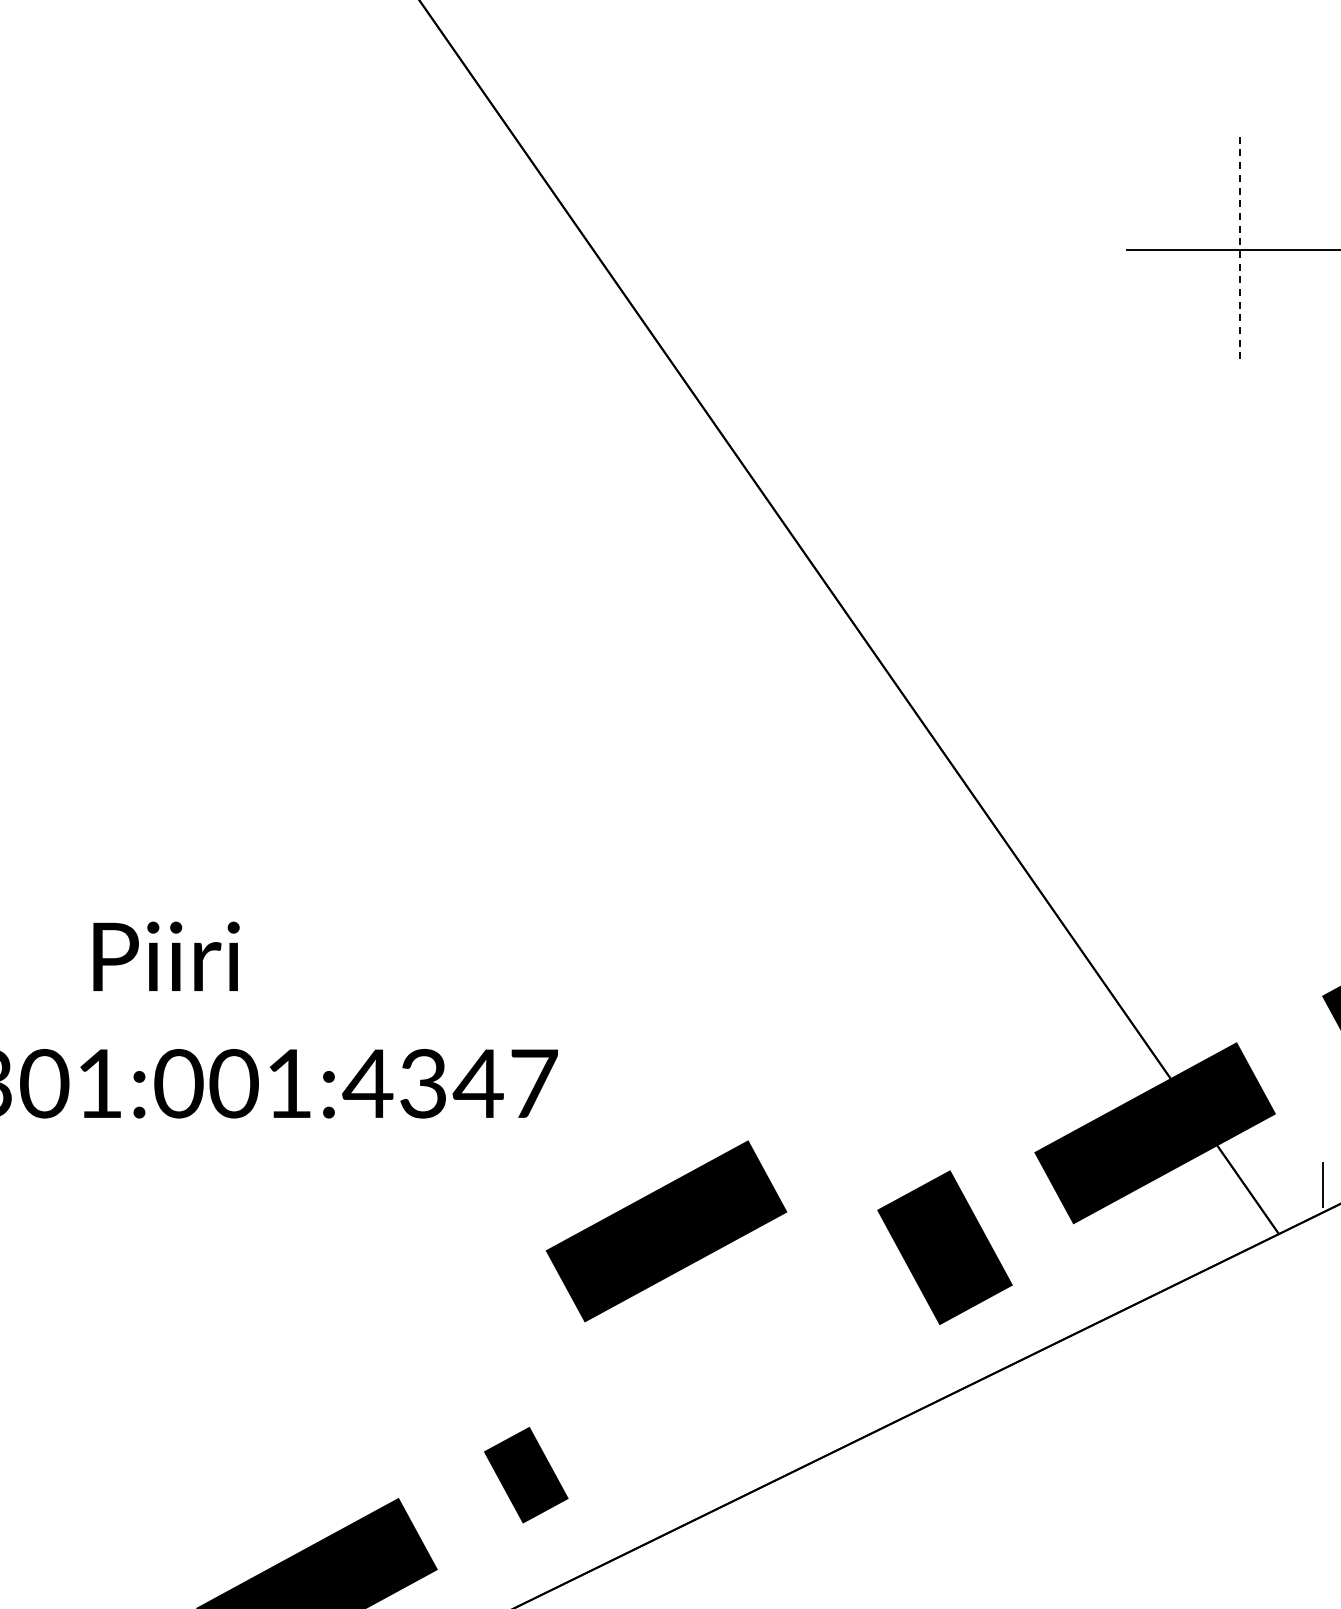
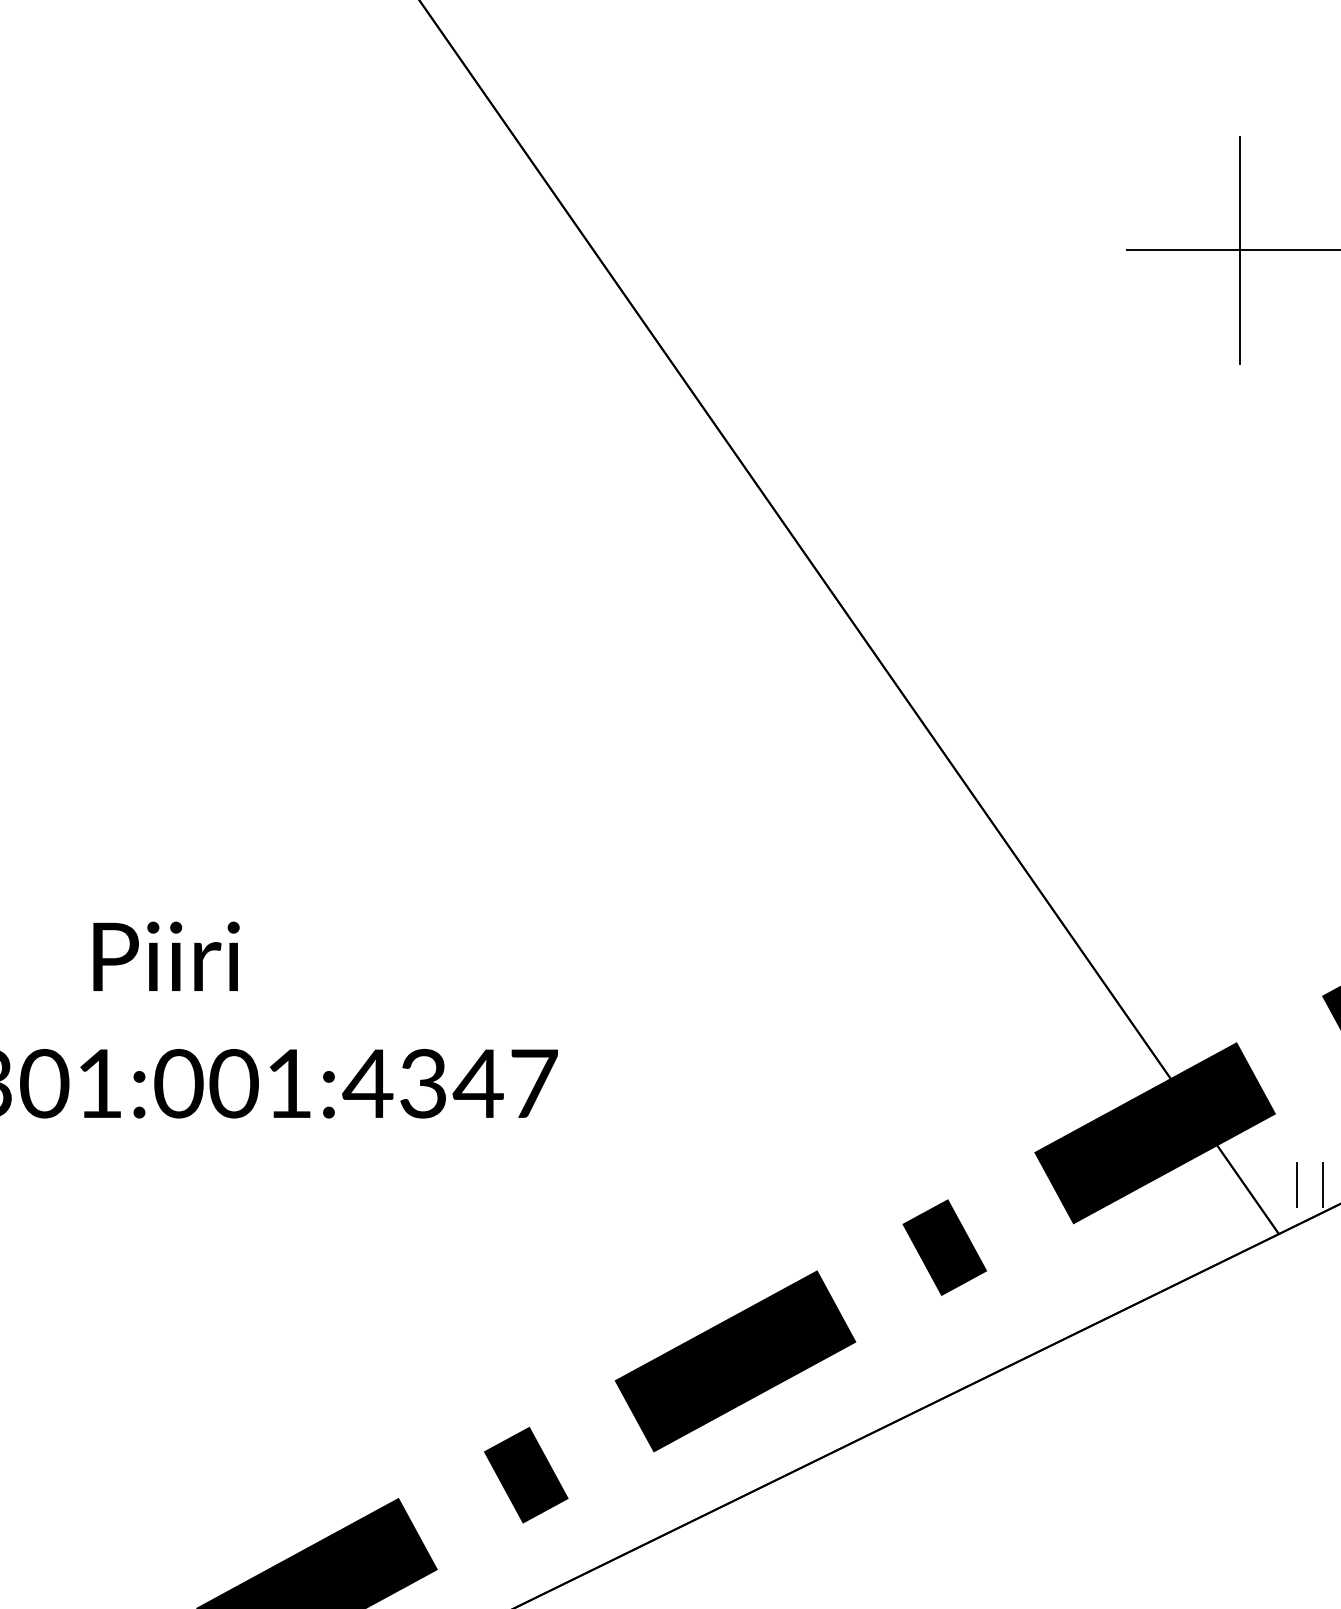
line at (1240, 250): dashed -> solid
line at (1296, 1184): none -> present
part at (666, 1231) position: (666, 1231) -> (735, 1361)
part at (944, 1247) size: 136x155 px -> 85x97 px
